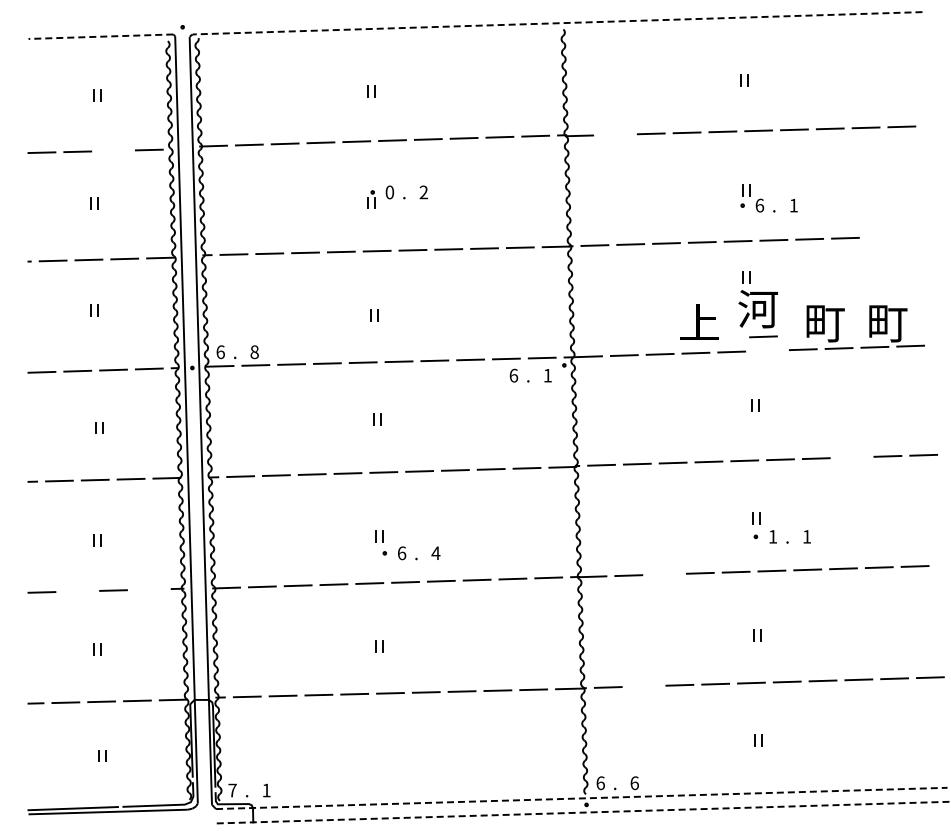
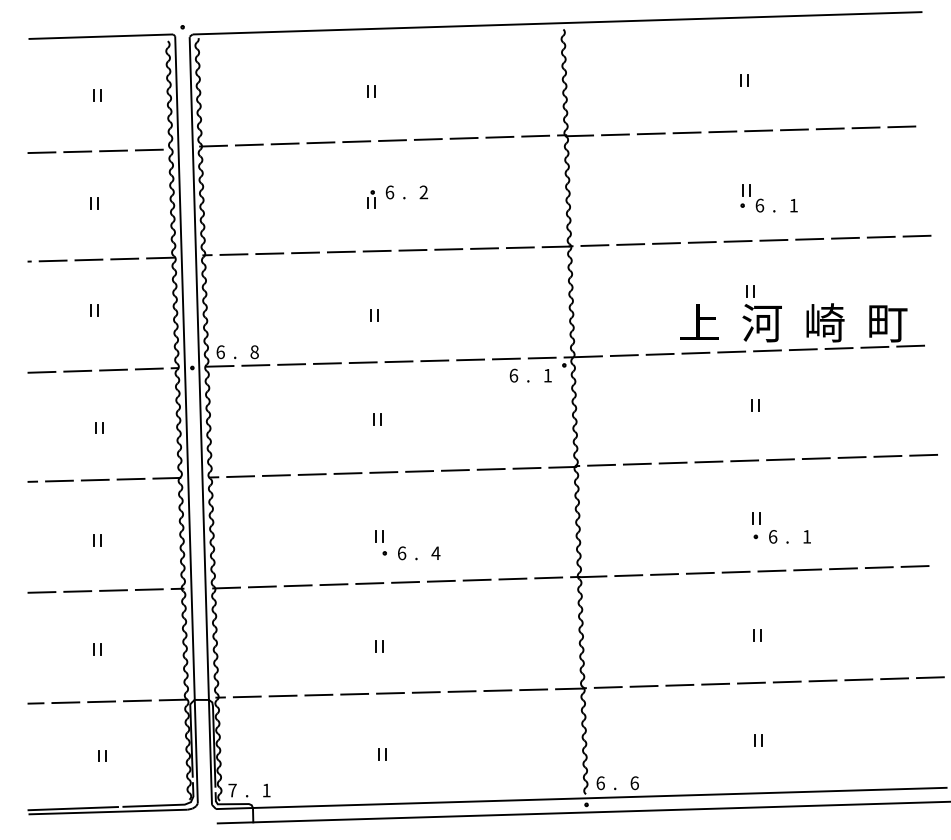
line at (557, 23): dashed -> solid
line at (100, 36): dashed -> solid
line at (615, 134): none -> present
line at (113, 150): none -> present
text at (389, 192): 0 -> 6
line at (902, 236): none -> present
part at (757, 304) position: (757, 304) -> (761, 318)
text at (825, 322): 町 -> 崎
line at (851, 457): none -> present
text at (773, 536): 1 -> 6
line at (664, 574): none -> present
line at (148, 589): none -> present
line at (77, 591): none -> present
line at (643, 685): none -> present
part at (382, 754): none -> present
line at (581, 798): dashed -> solid
line at (583, 812): dashed -> solid
